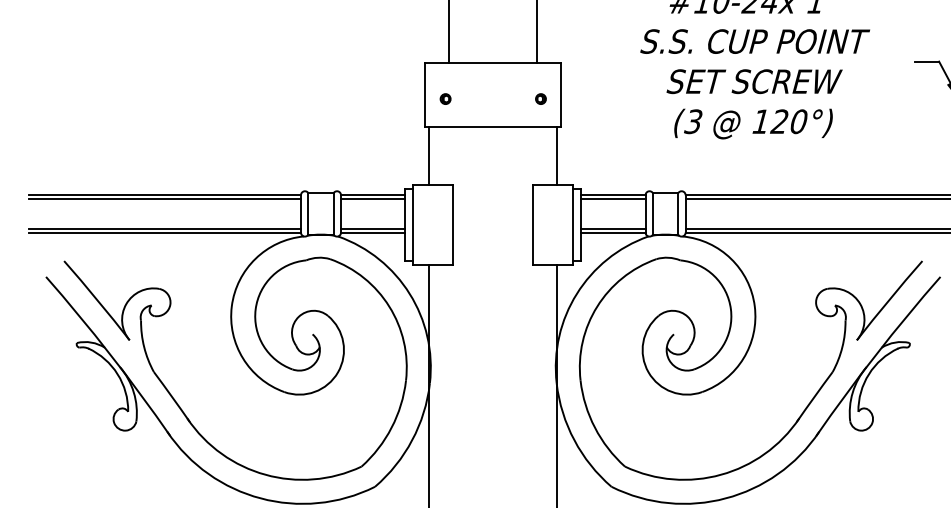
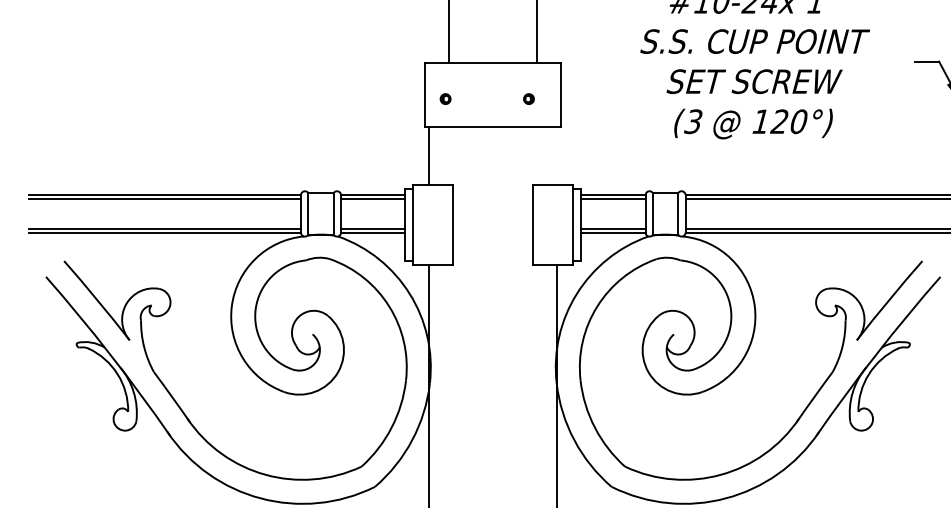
part at (540, 98) position: (540, 98) -> (528, 98)
line at (557, 155): present -> none
